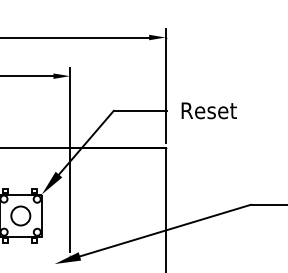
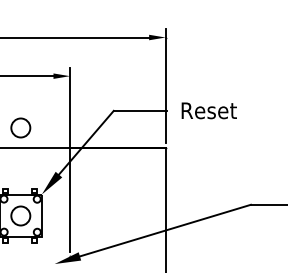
circle at (20, 127): none -> present
